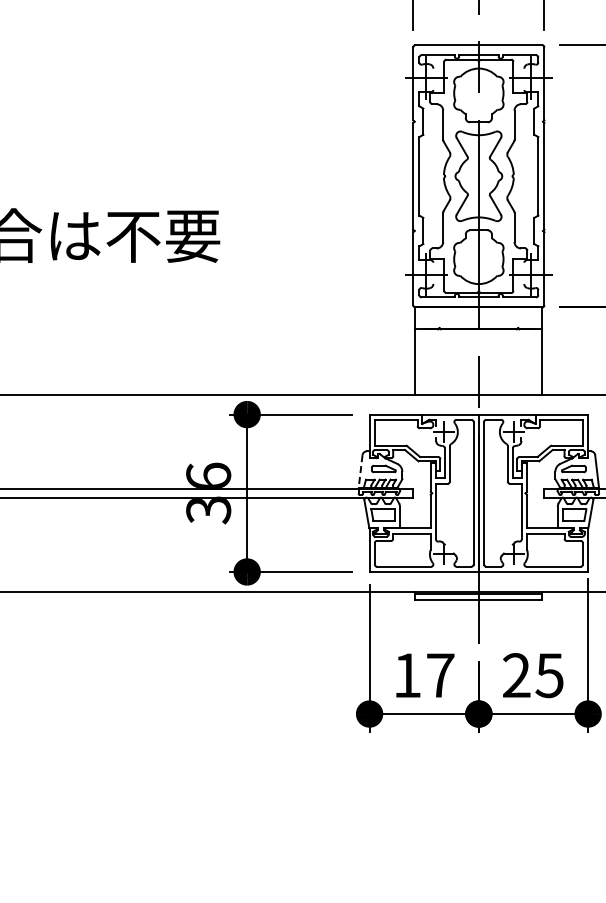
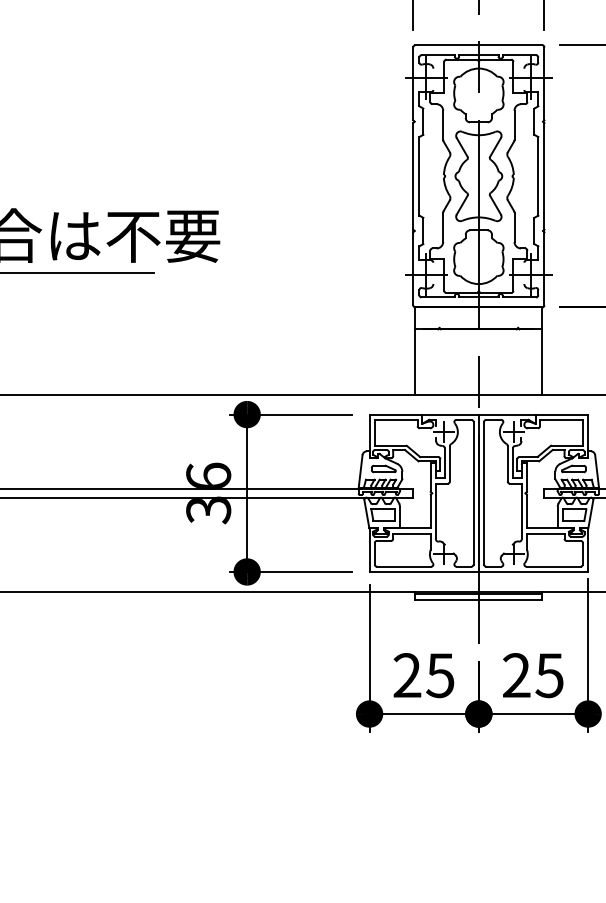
line at (78, 272): none -> present
line at (360, 471): dashed -> solid
text at (423, 675): 17 -> 25
